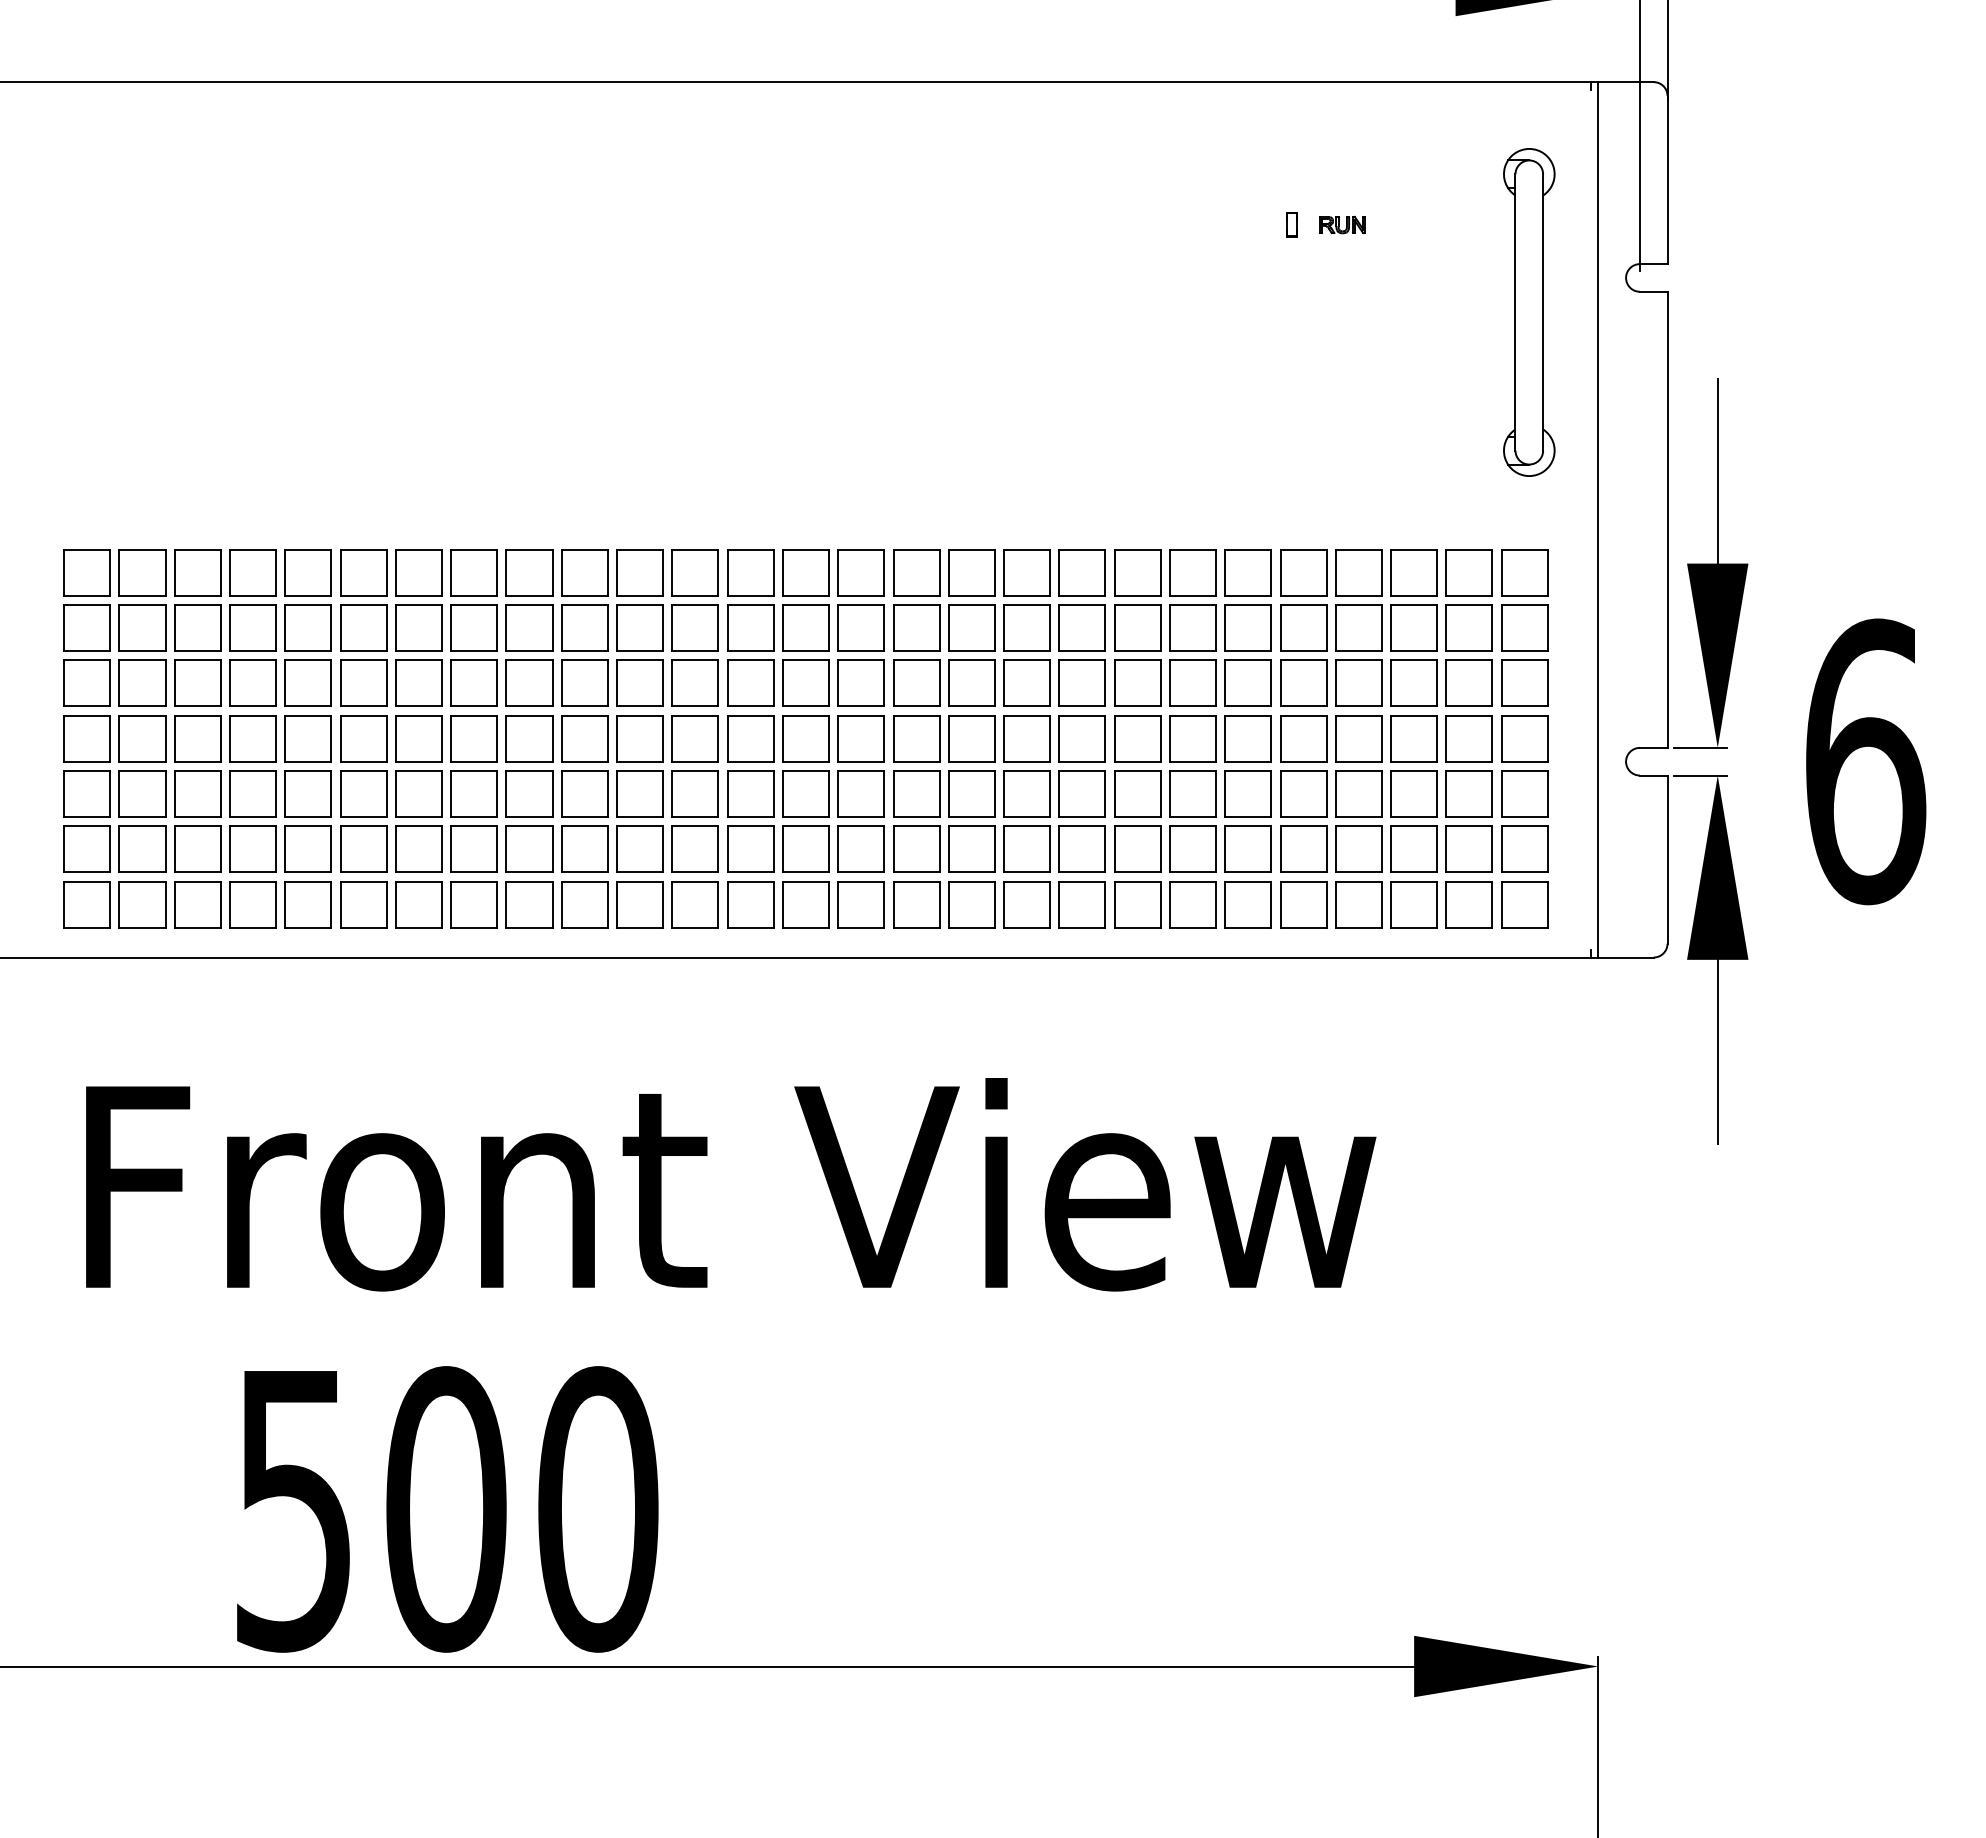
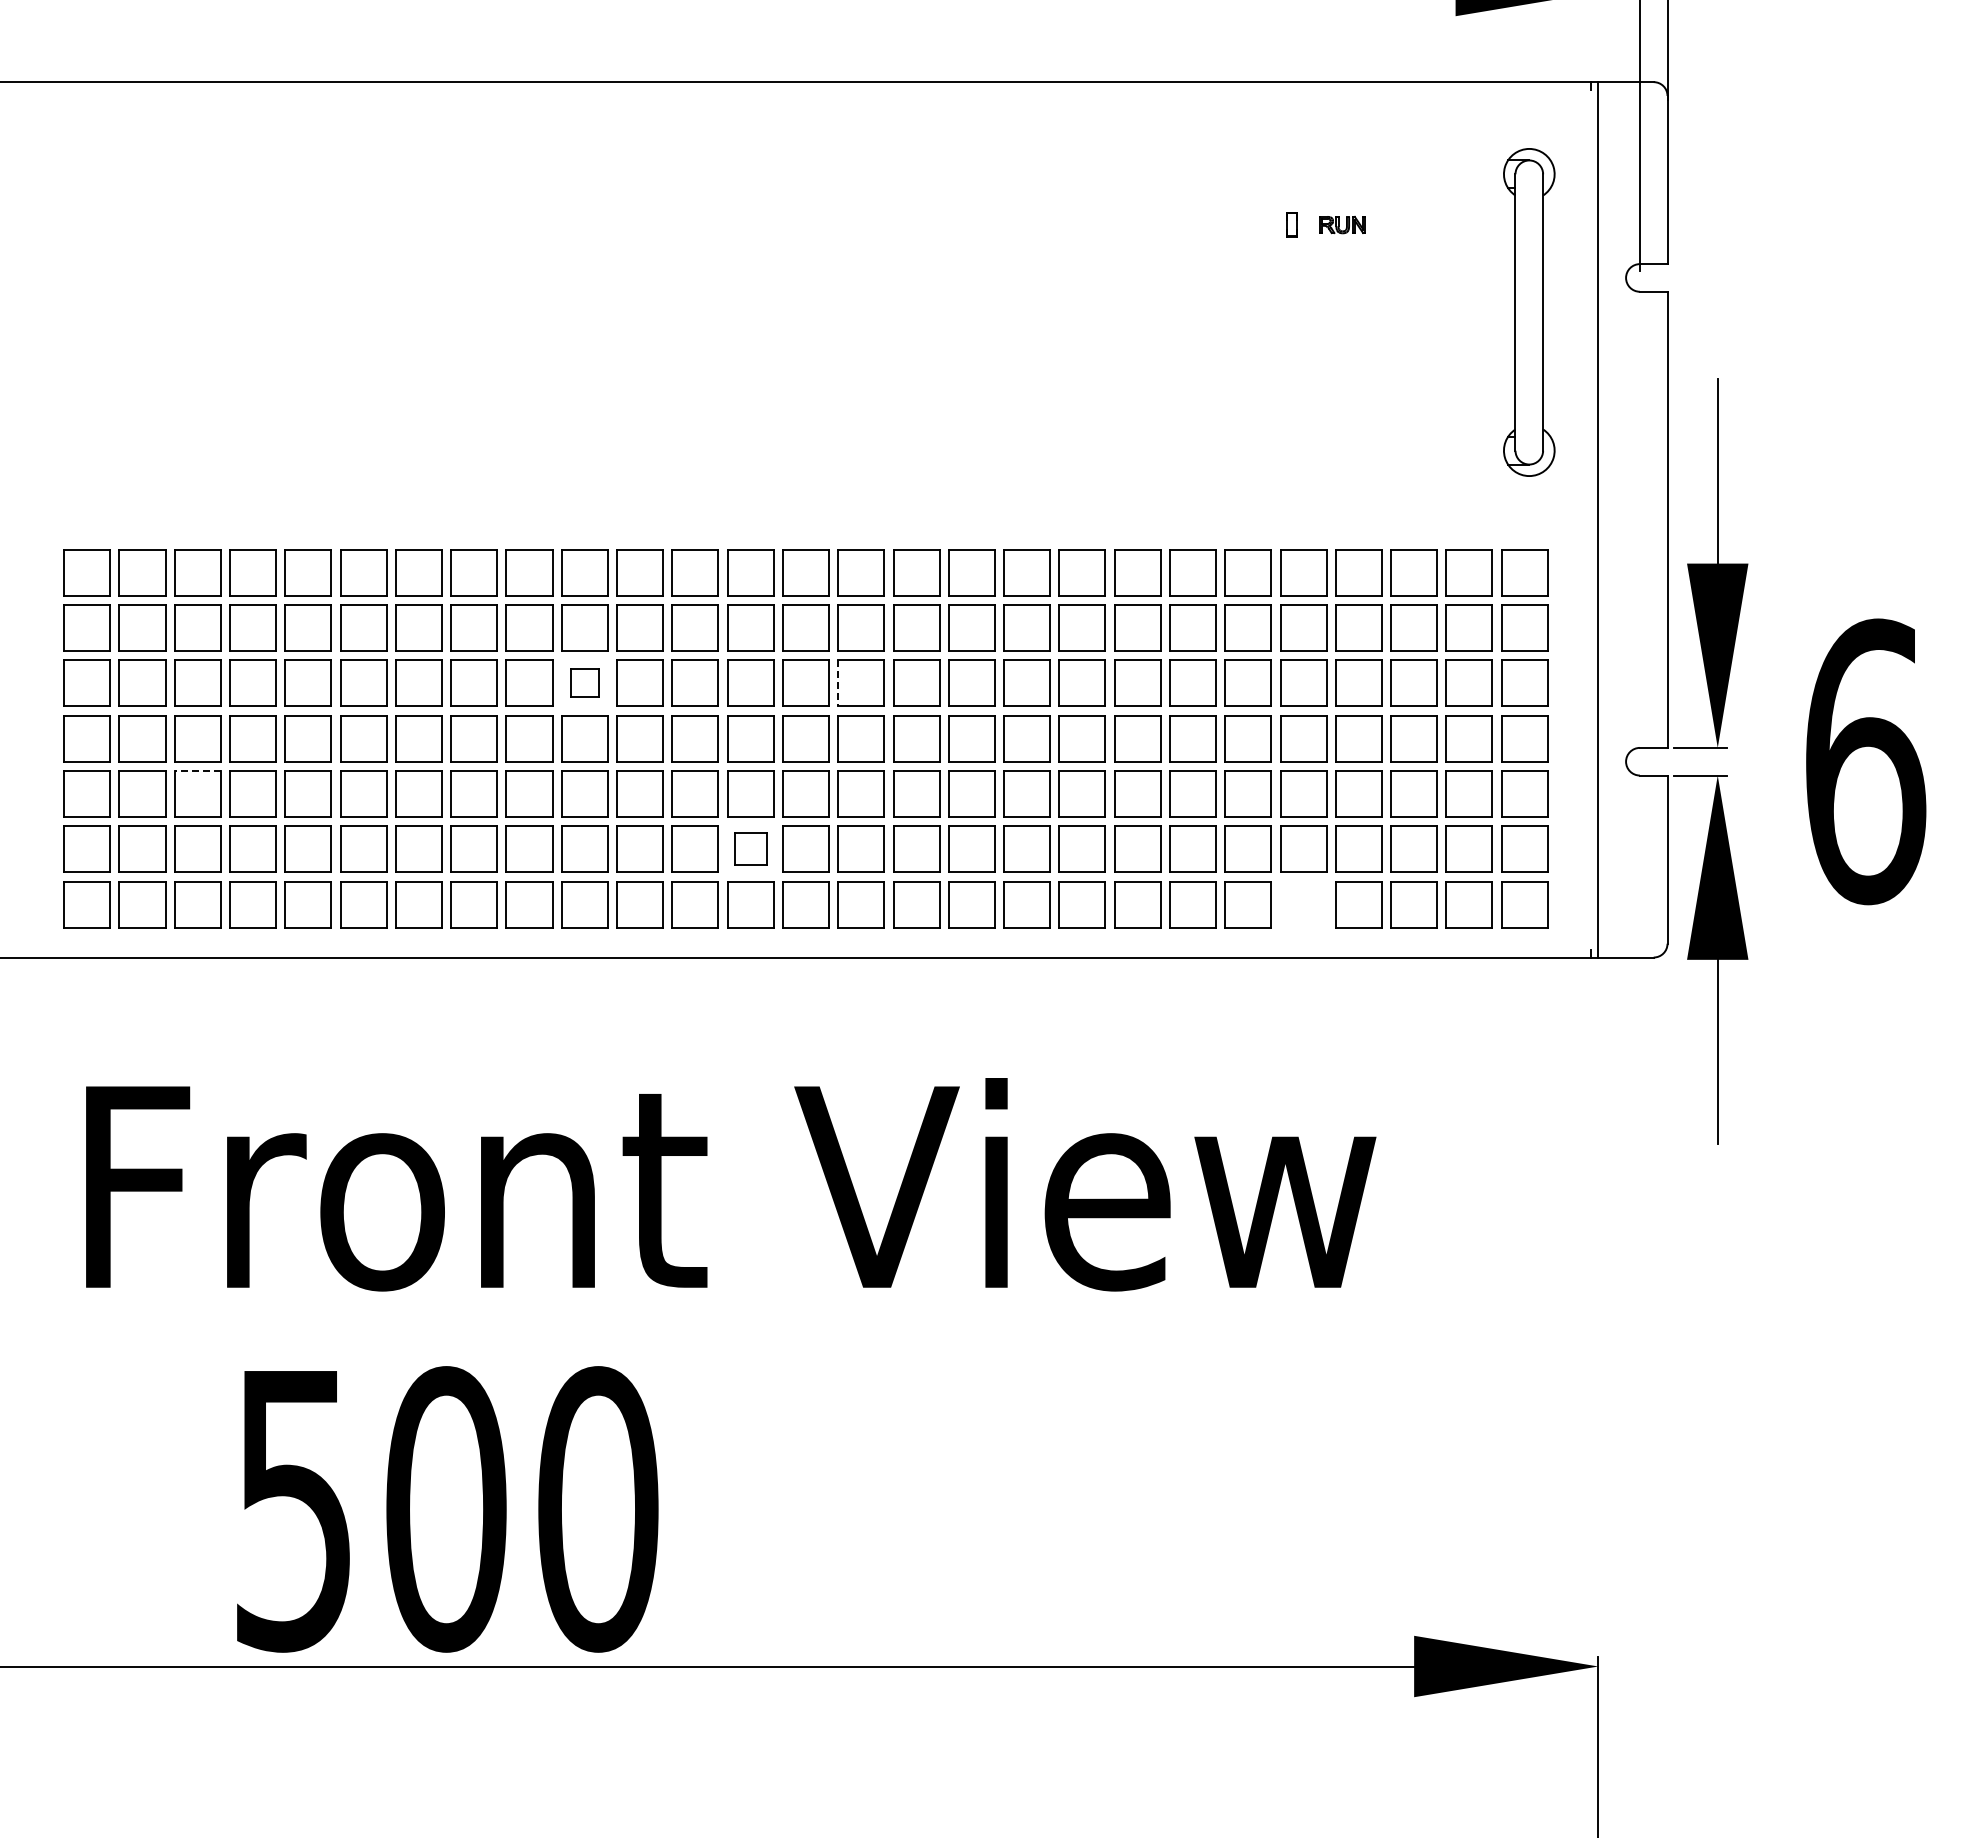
part at (584, 682) size: 48x48 px -> 30x30 px
line at (838, 683): solid -> dashed
line at (197, 770): solid -> dashed
part at (750, 848) size: 48x48 px -> 34x34 px
part at (1303, 904): present -> none
